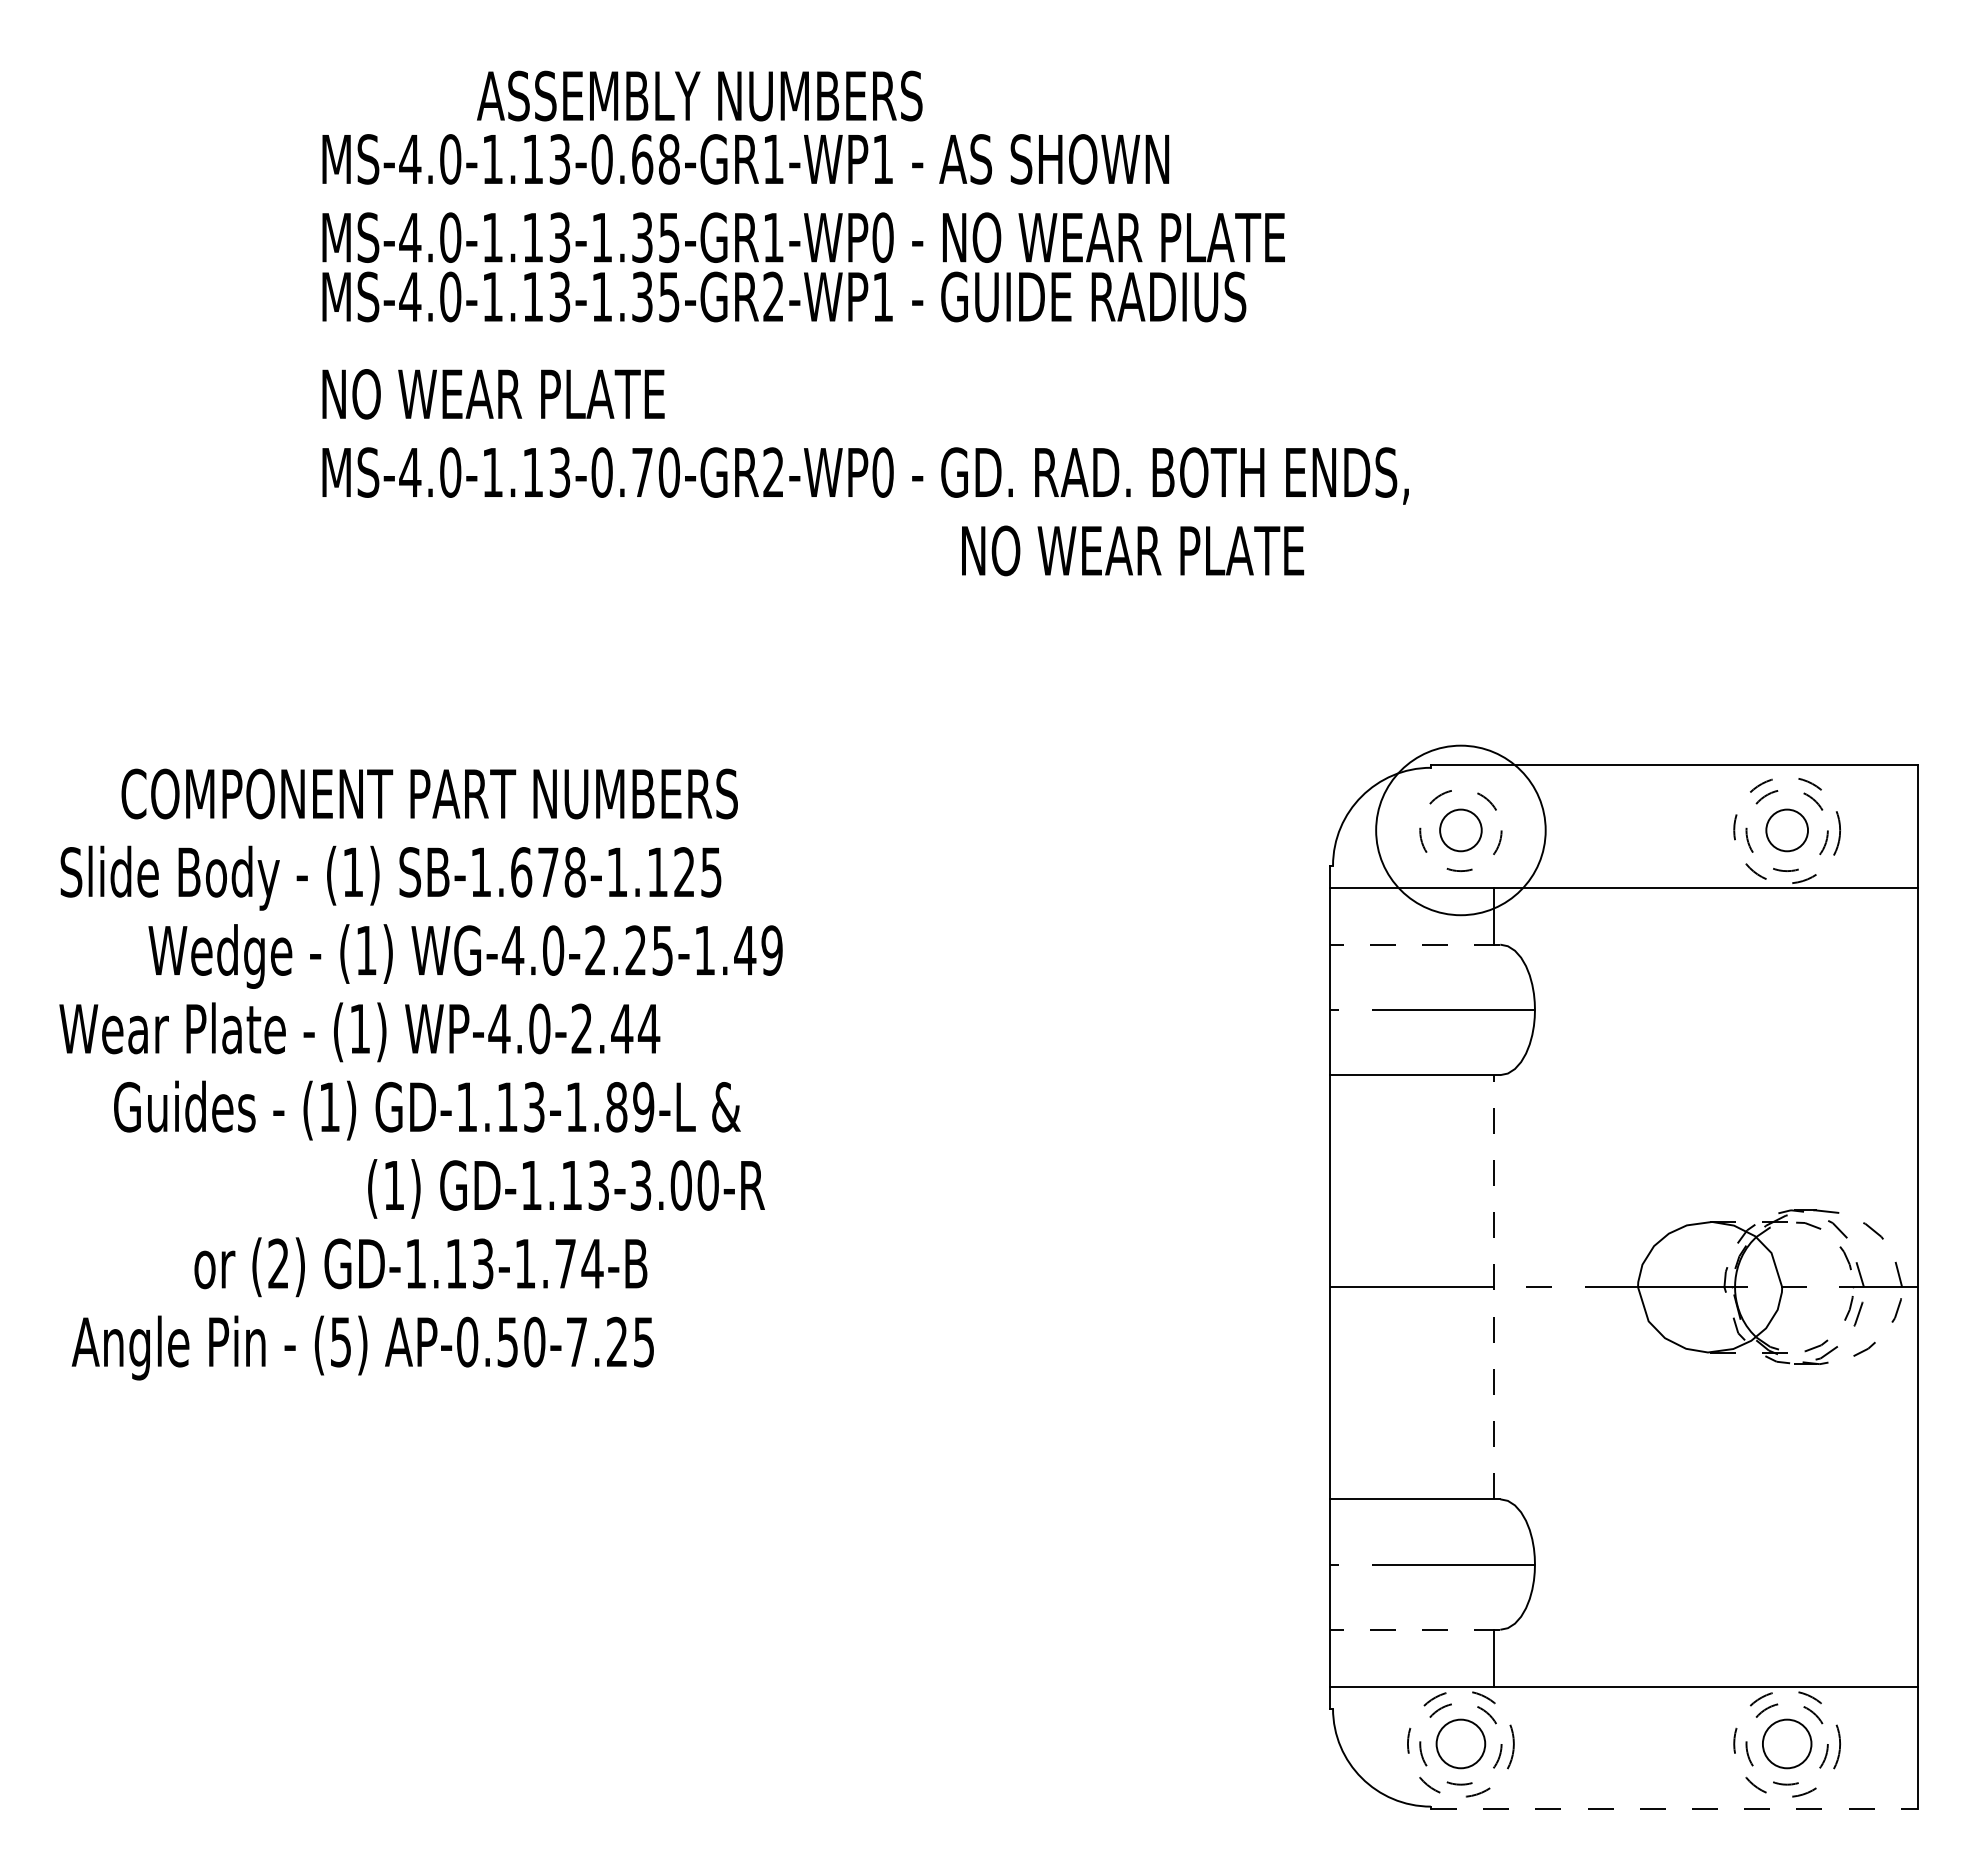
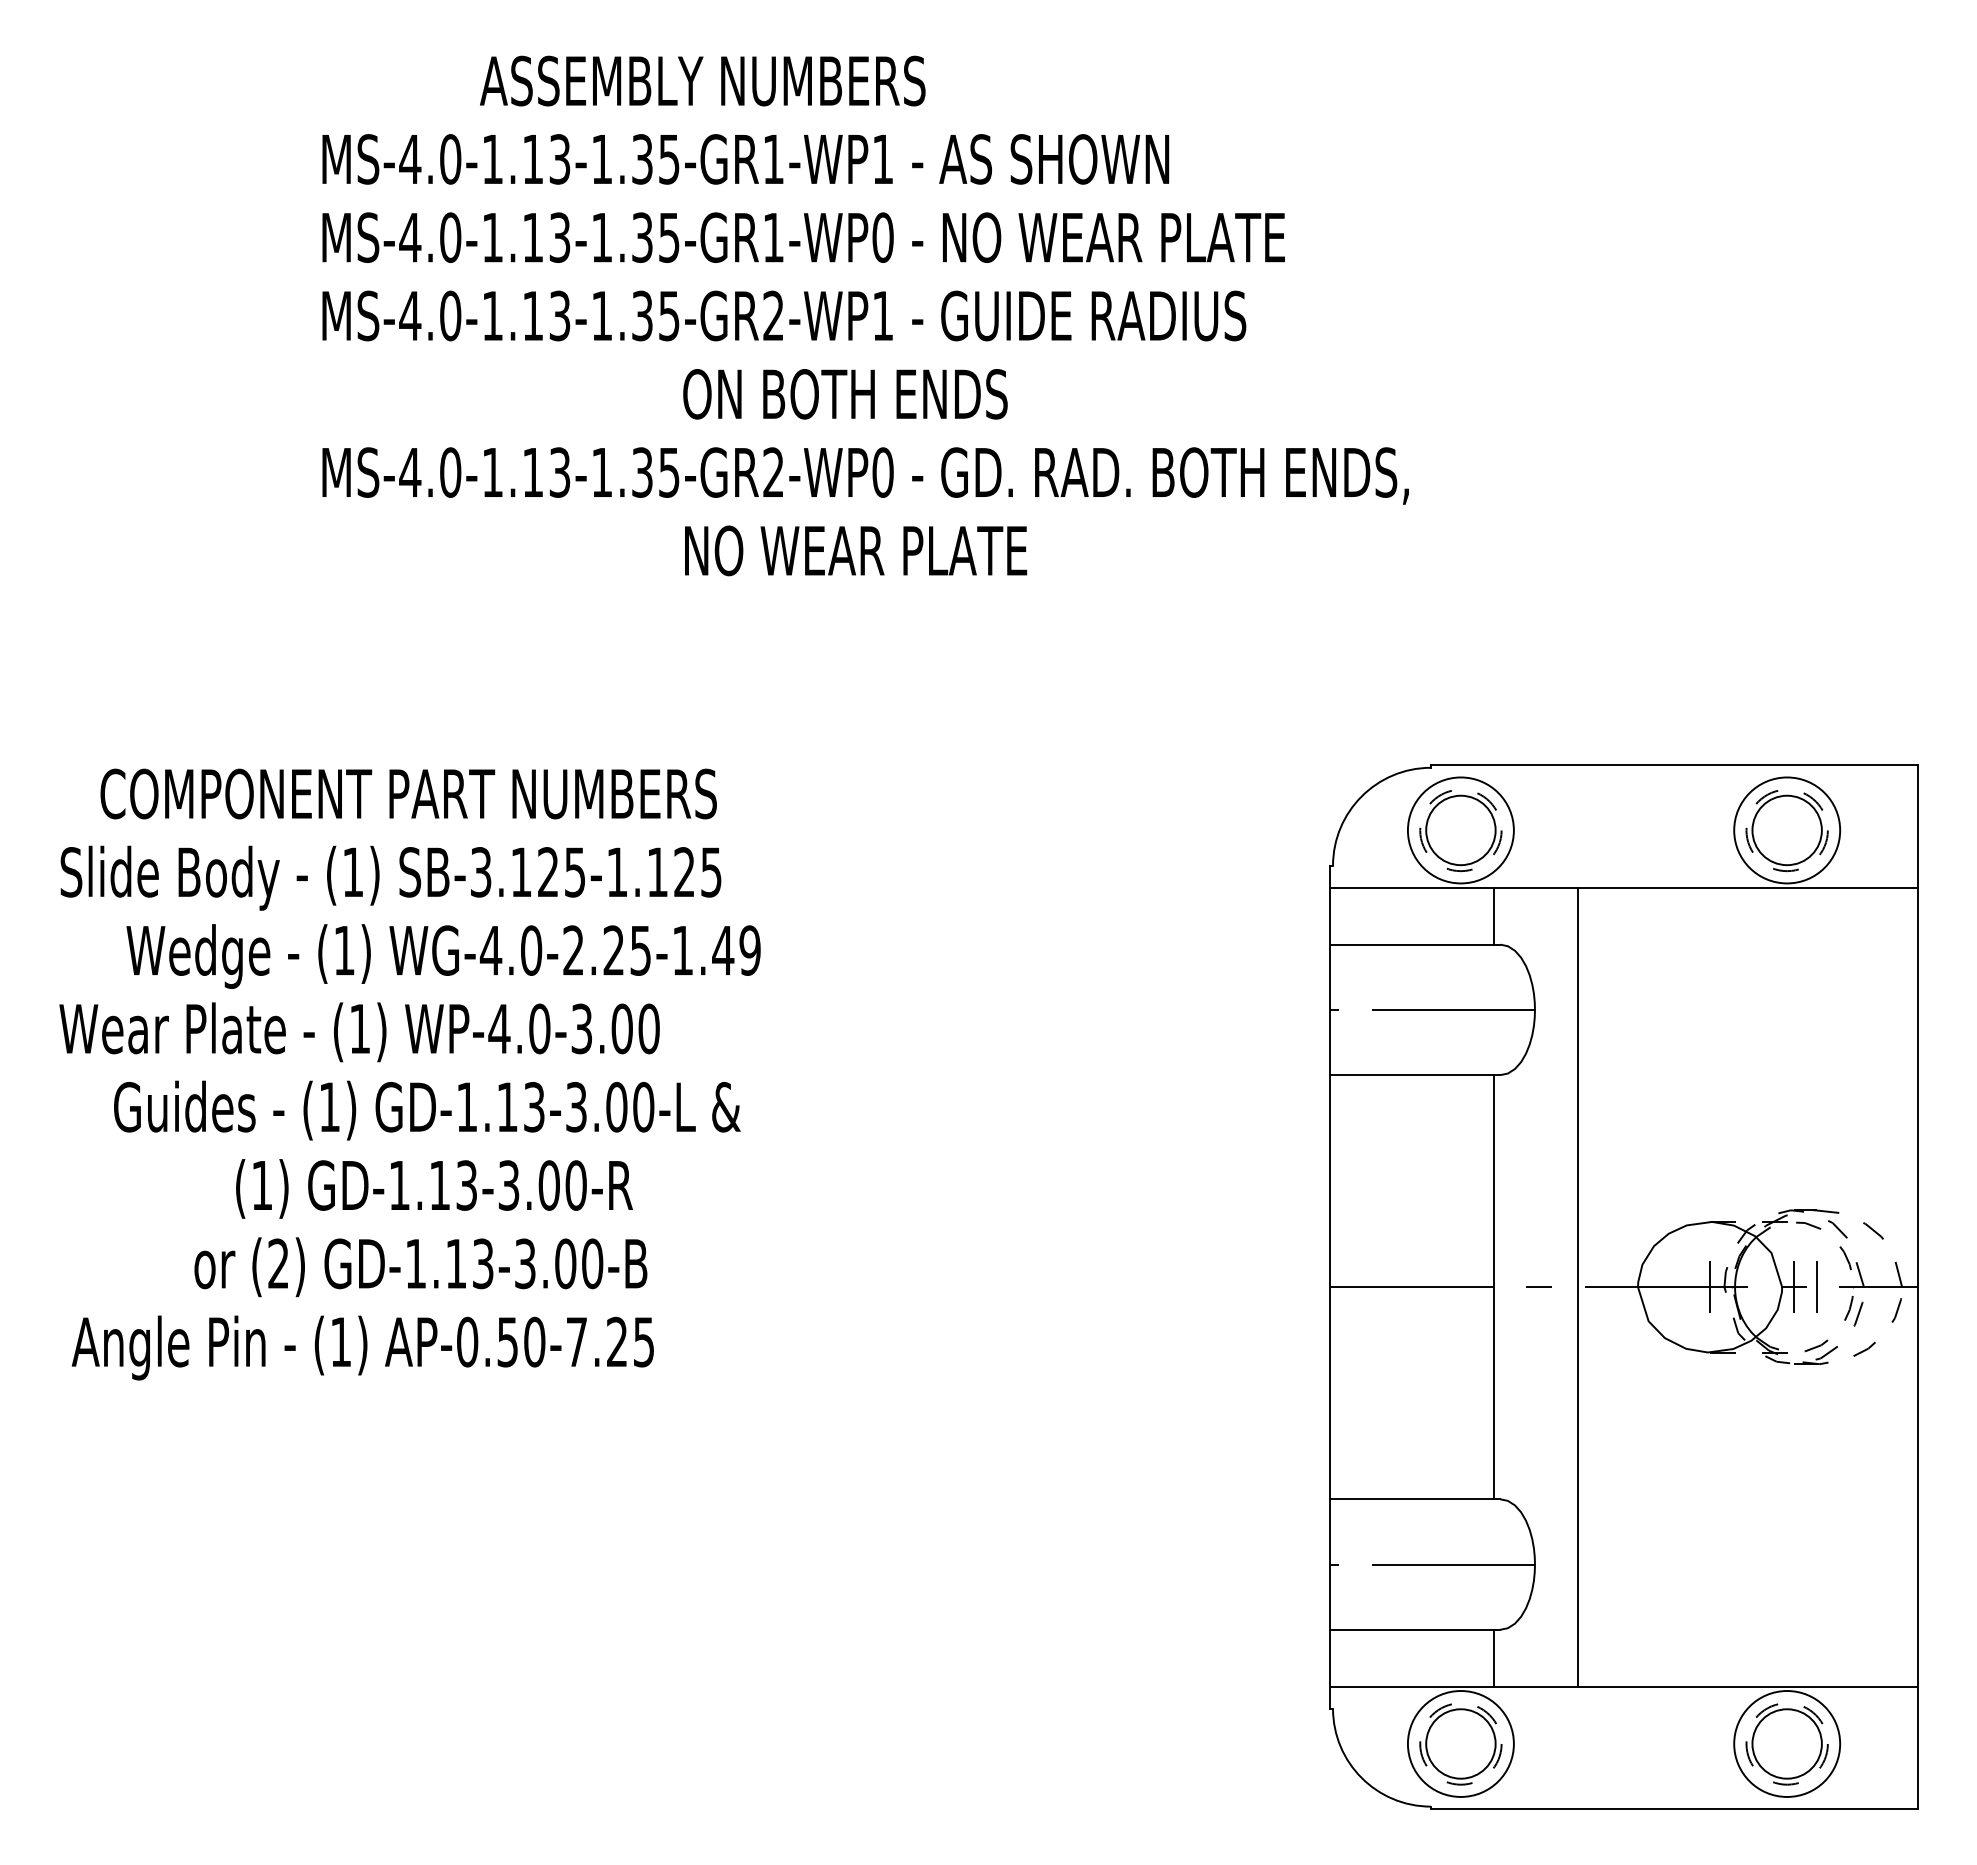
text at (699, 95) position: (699, 95) -> (702, 80)
text at (635, 159): MS-4.0-1.13-0.68-GR1-WP1 -> MS-4.0-1.13-1.35-GR1-WP1
text at (784, 296) position: (784, 296) -> (784, 315)
text at (664, 394): NO WEAR PLATE -> ON BOTH ENDS
text at (635, 472): MS-4.0-1.13-0.70-GR2-WP0 -> MS-4.0-1.13-1.35-GR2-WP0
text at (1133, 550) position: (1133, 550) -> (856, 550)
text at (429, 793) position: (429, 793) -> (408, 793)
circle at (1460, 830) diameter: 170 px -> 106 px
circle at (1460, 830) diameter: 42 px -> 69 px
circle at (1787, 830) diameter: 42 px -> 69 px
circle at (1787, 830): dashed -> solid
text at (528, 872): SB-1.678-1.125 -> SB-3.125-1.125
line at (1415, 944): dashed -> solid
text at (465, 956) position: (465, 956) -> (443, 956)
text at (615, 1028): WP-4.0-2.44 -> WP-4.0-3.00
text at (610, 1107): GD-1.13-1.89-L -> GD-1.13-3.00-L
text at (566, 1188) position: (566, 1188) -> (434, 1188)
text at (559, 1263): GD-1.13-1.74-B -> GD-1.13-3.00-B
line at (1493, 1286): dashed -> solid
line at (1578, 1286): none -> present
line at (1710, 1287): none -> present
line at (1794, 1287): none -> present
line at (1817, 1287): none -> present
text at (340, 1342): (5) -> (1)
line at (1415, 1629): dashed -> solid
circle at (1460, 1743) diameter: 49 px -> 69 px
circle at (1460, 1743): dashed -> solid
circle at (1786, 1743) diameter: 49 px -> 69 px
circle at (1787, 1743): dashed -> solid
line at (1674, 1809): dashed -> solid
